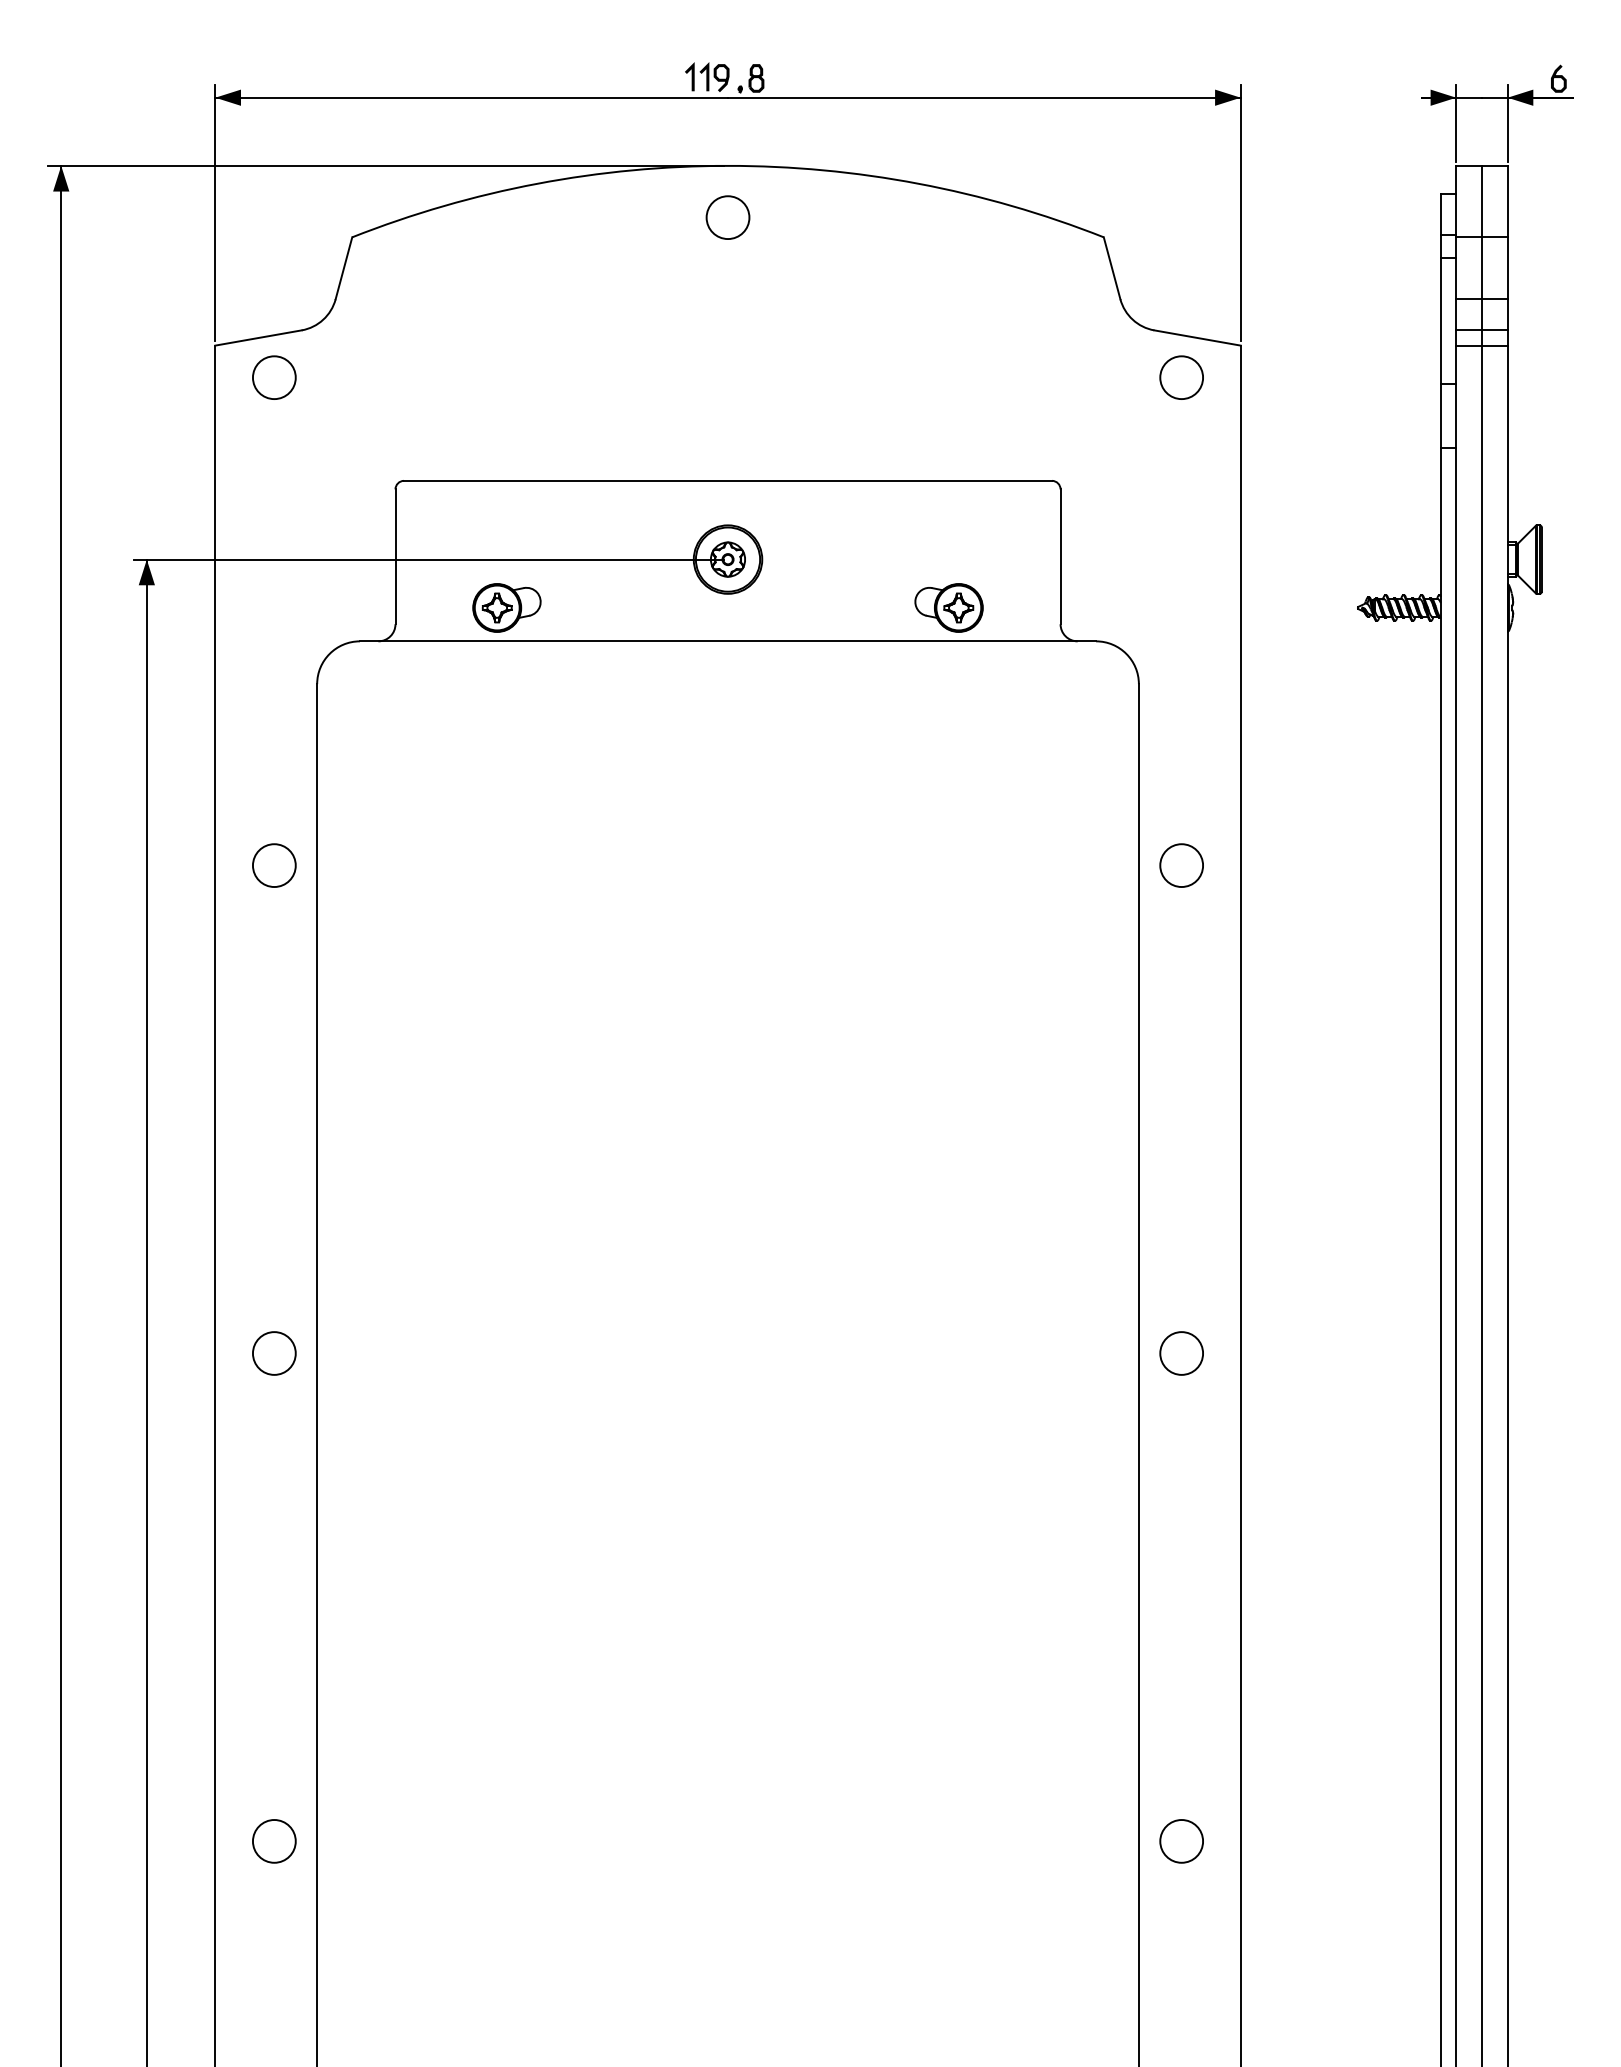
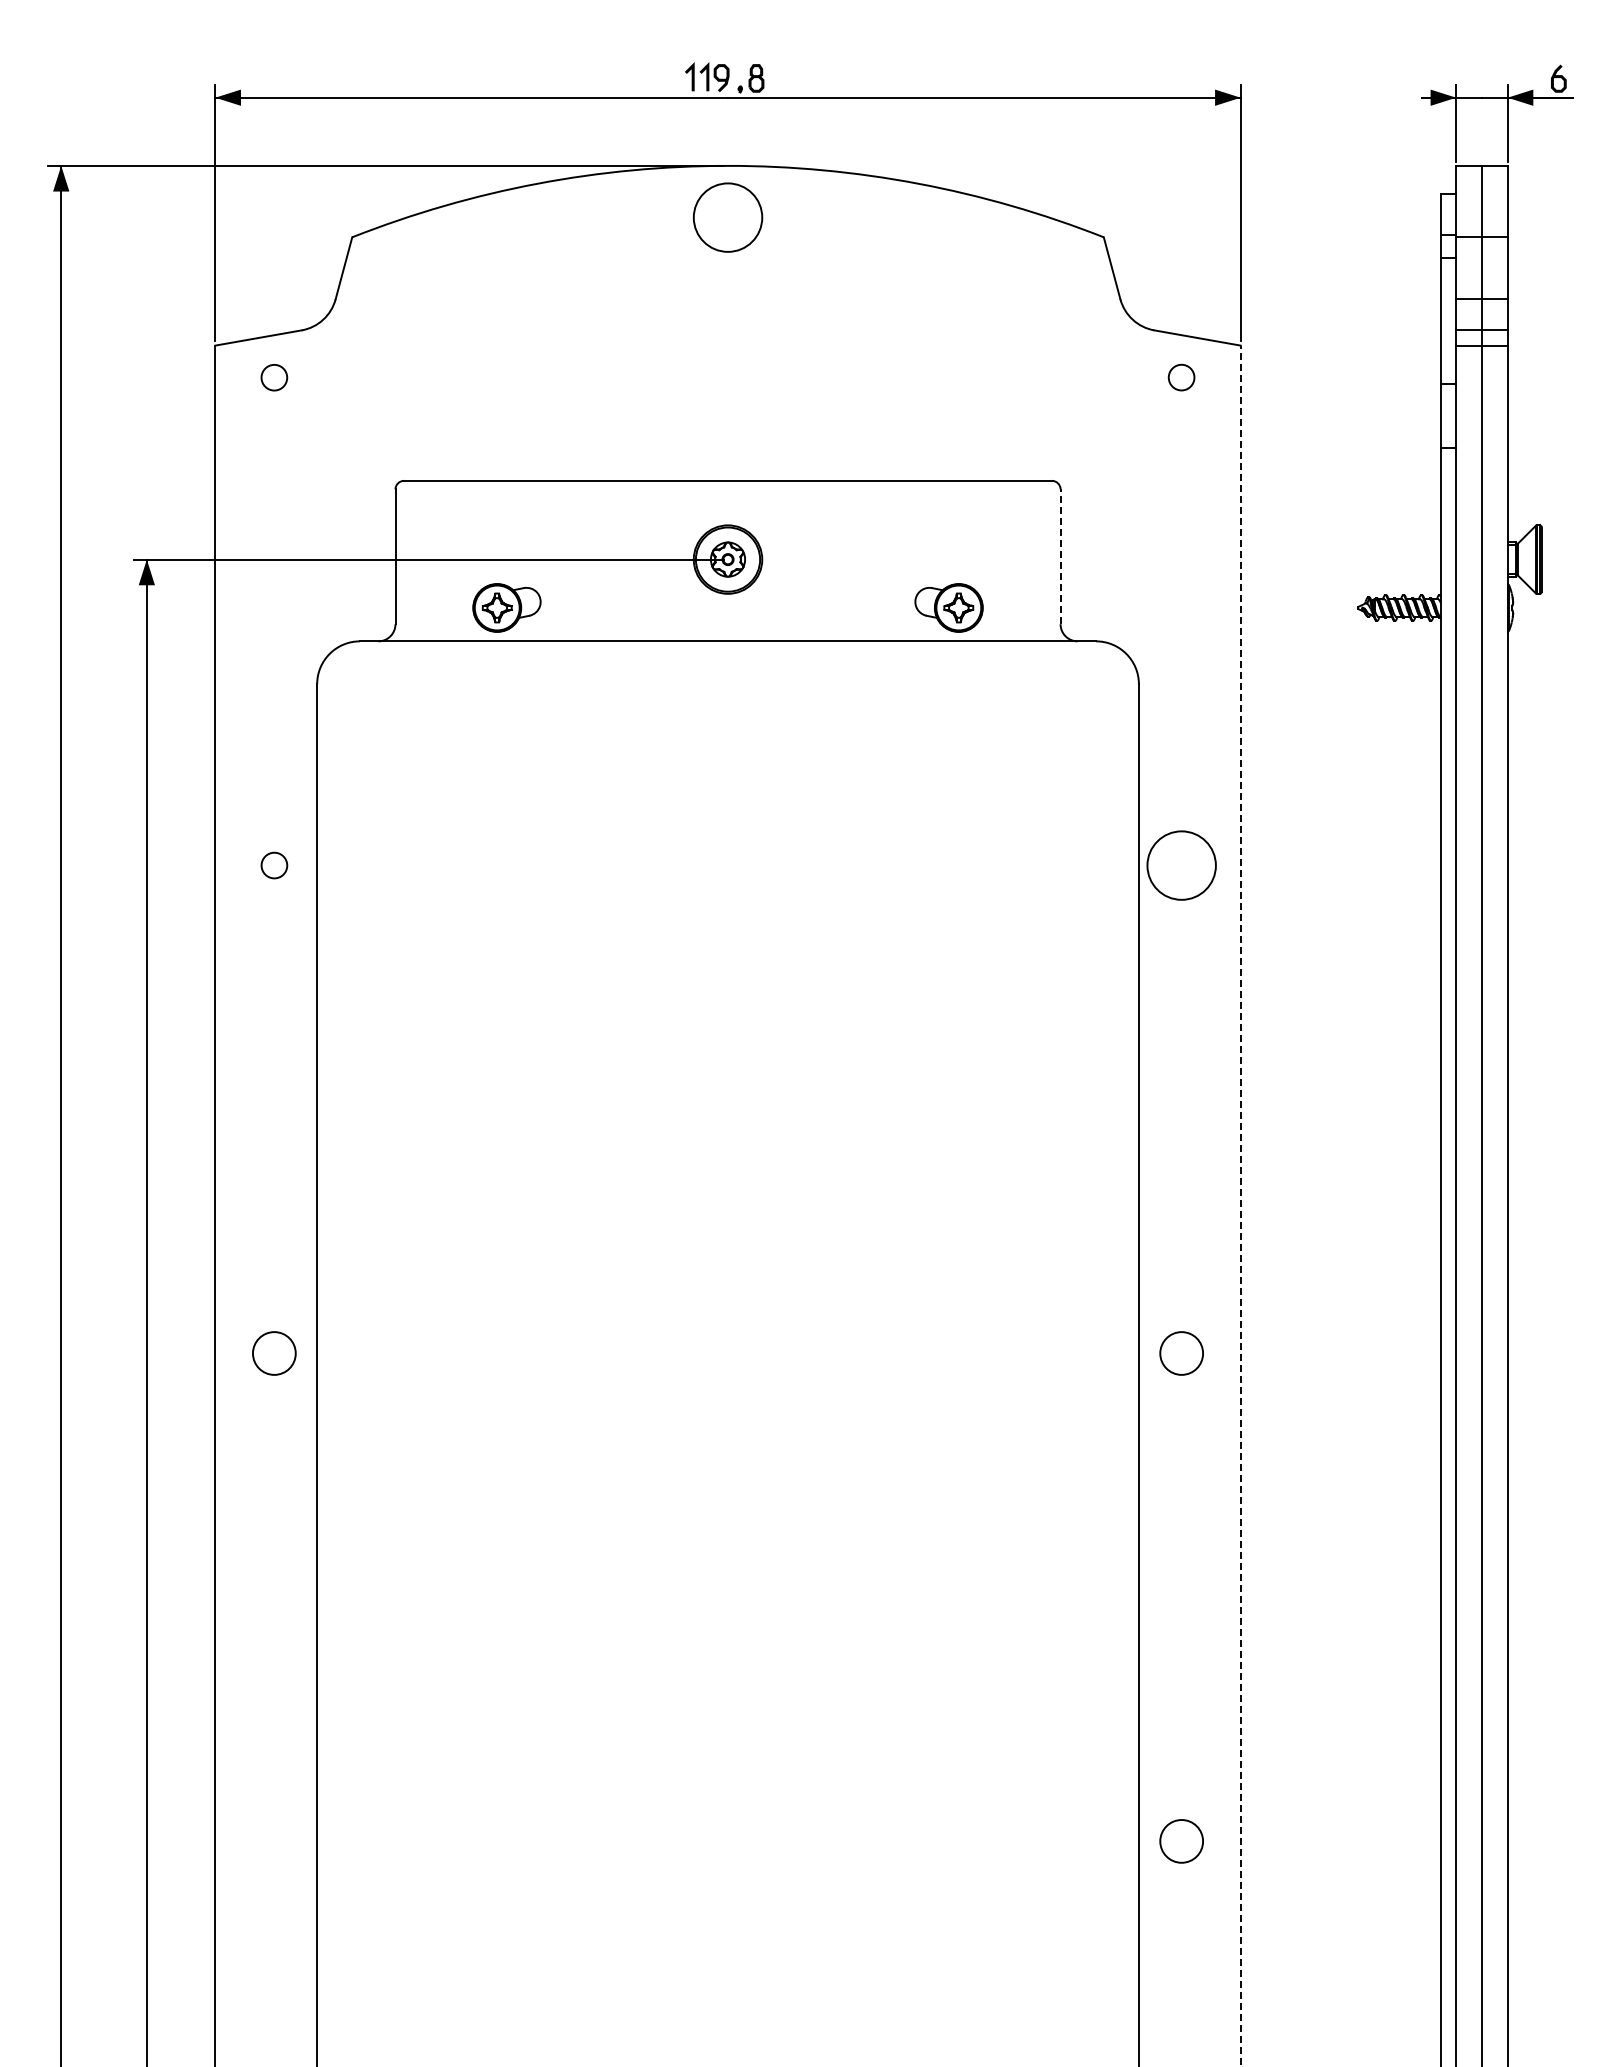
circle at (727, 217) diameter: 43 px -> 68 px
circle at (273, 377) diameter: 43 px -> 26 px
circle at (1181, 377) size: 45x45 px -> 29x29 px
line at (1060, 556): solid -> dashed
circle at (274, 865) size: 45x45 px -> 29x29 px
circle at (1181, 865) diameter: 43 px -> 68 px
line at (1240, 1205): solid -> dashed
circle at (274, 1841): present -> none
